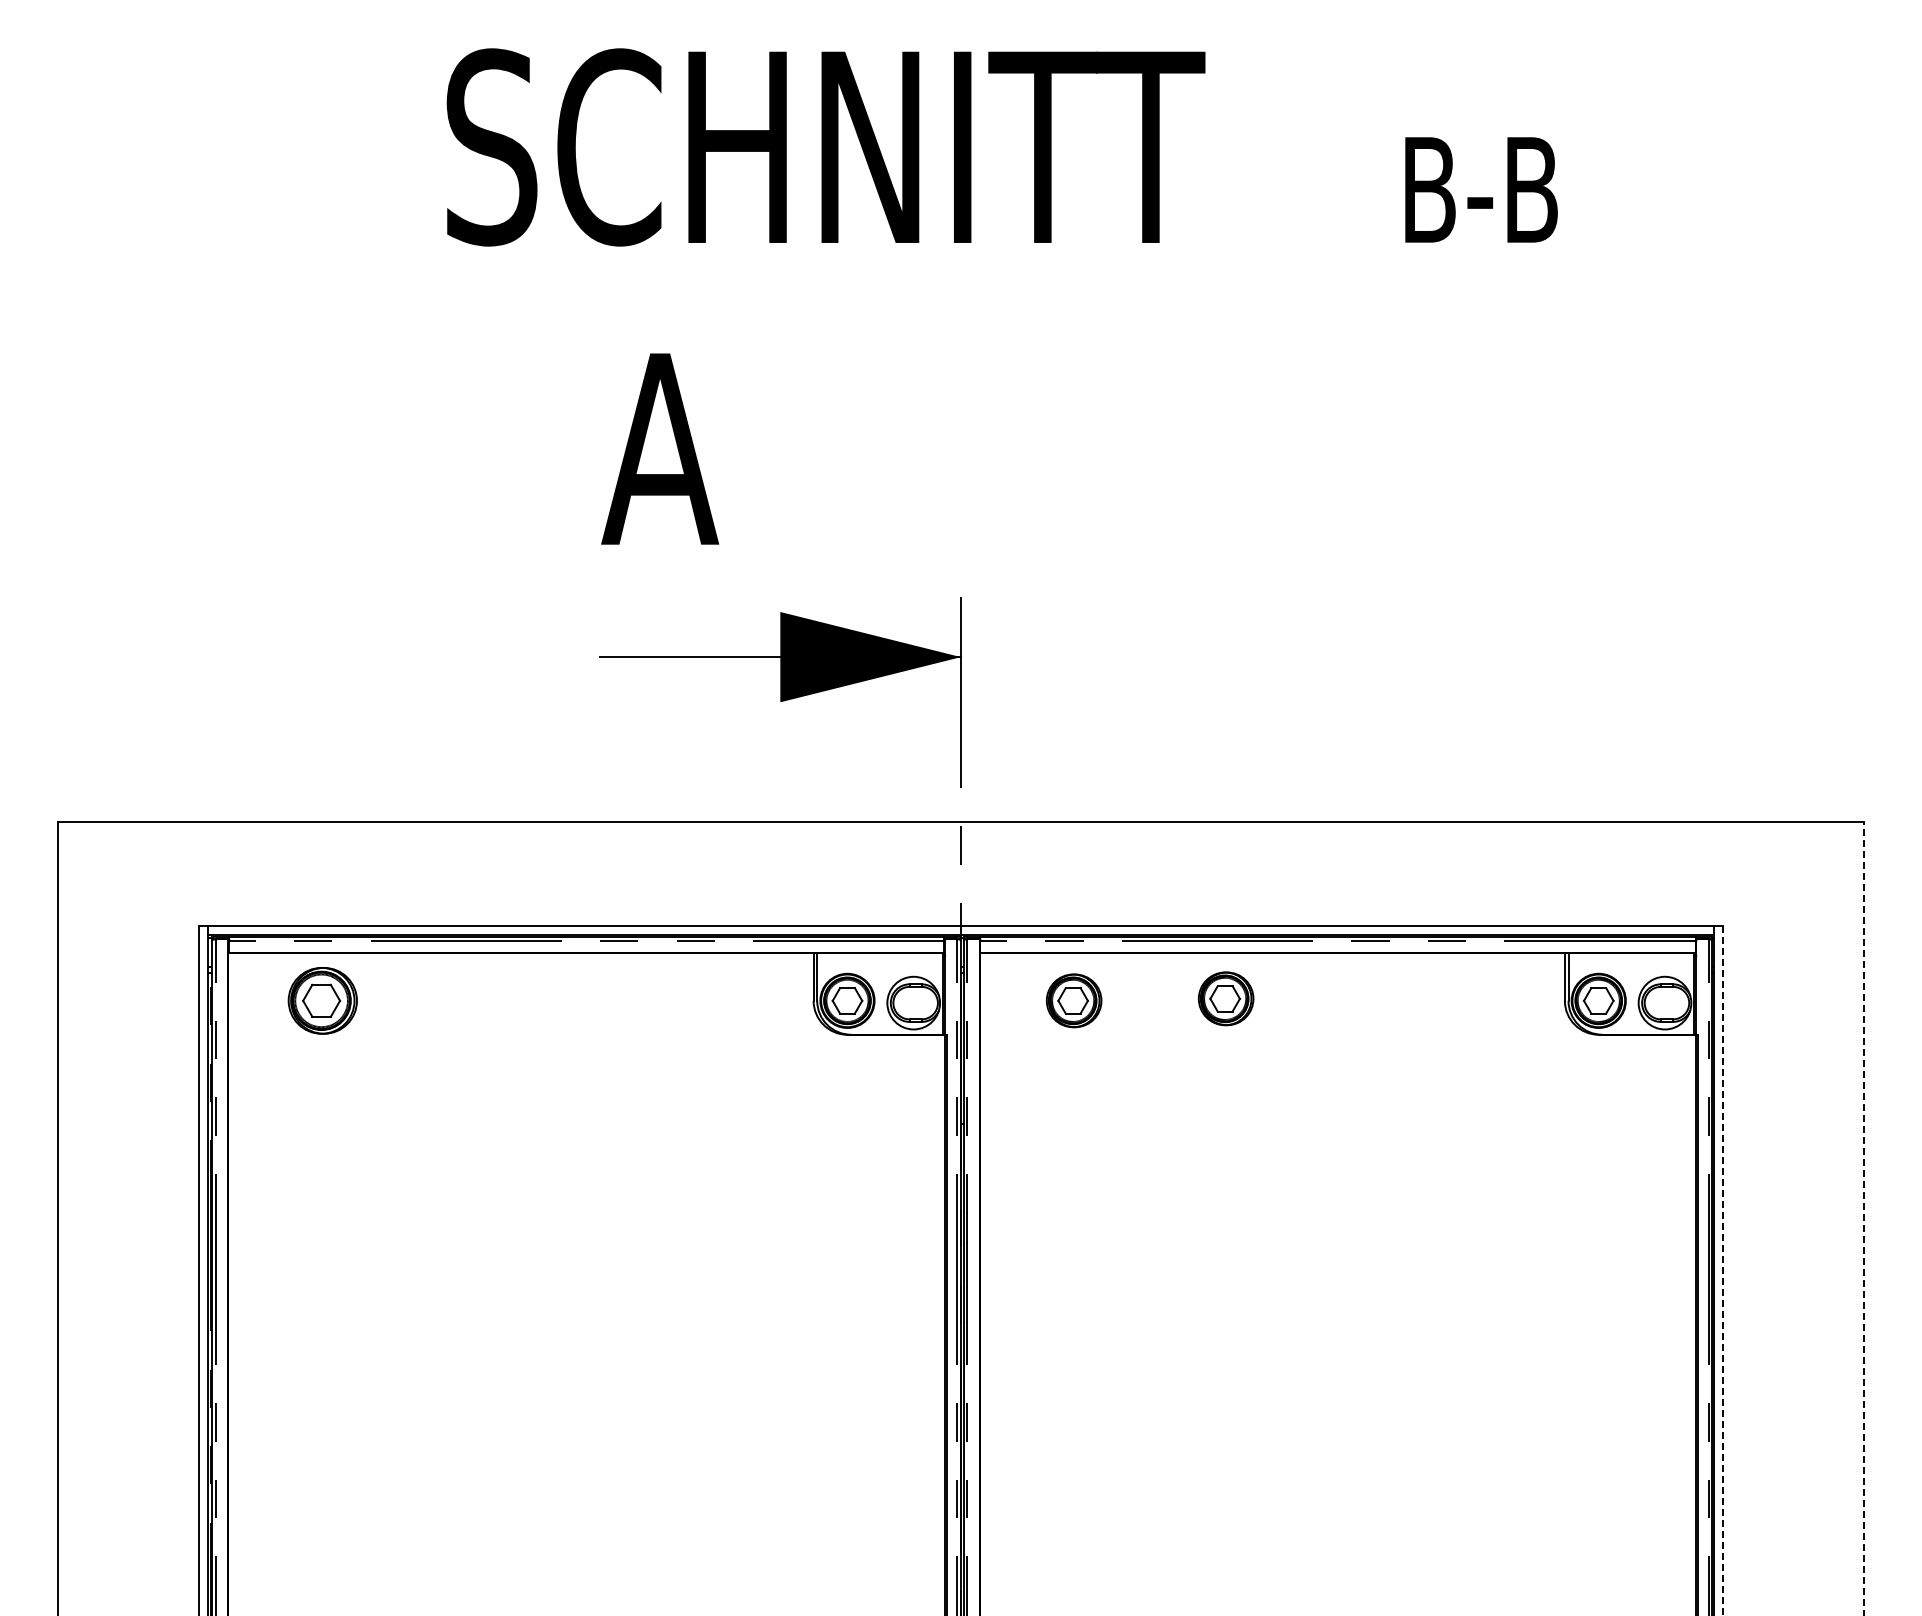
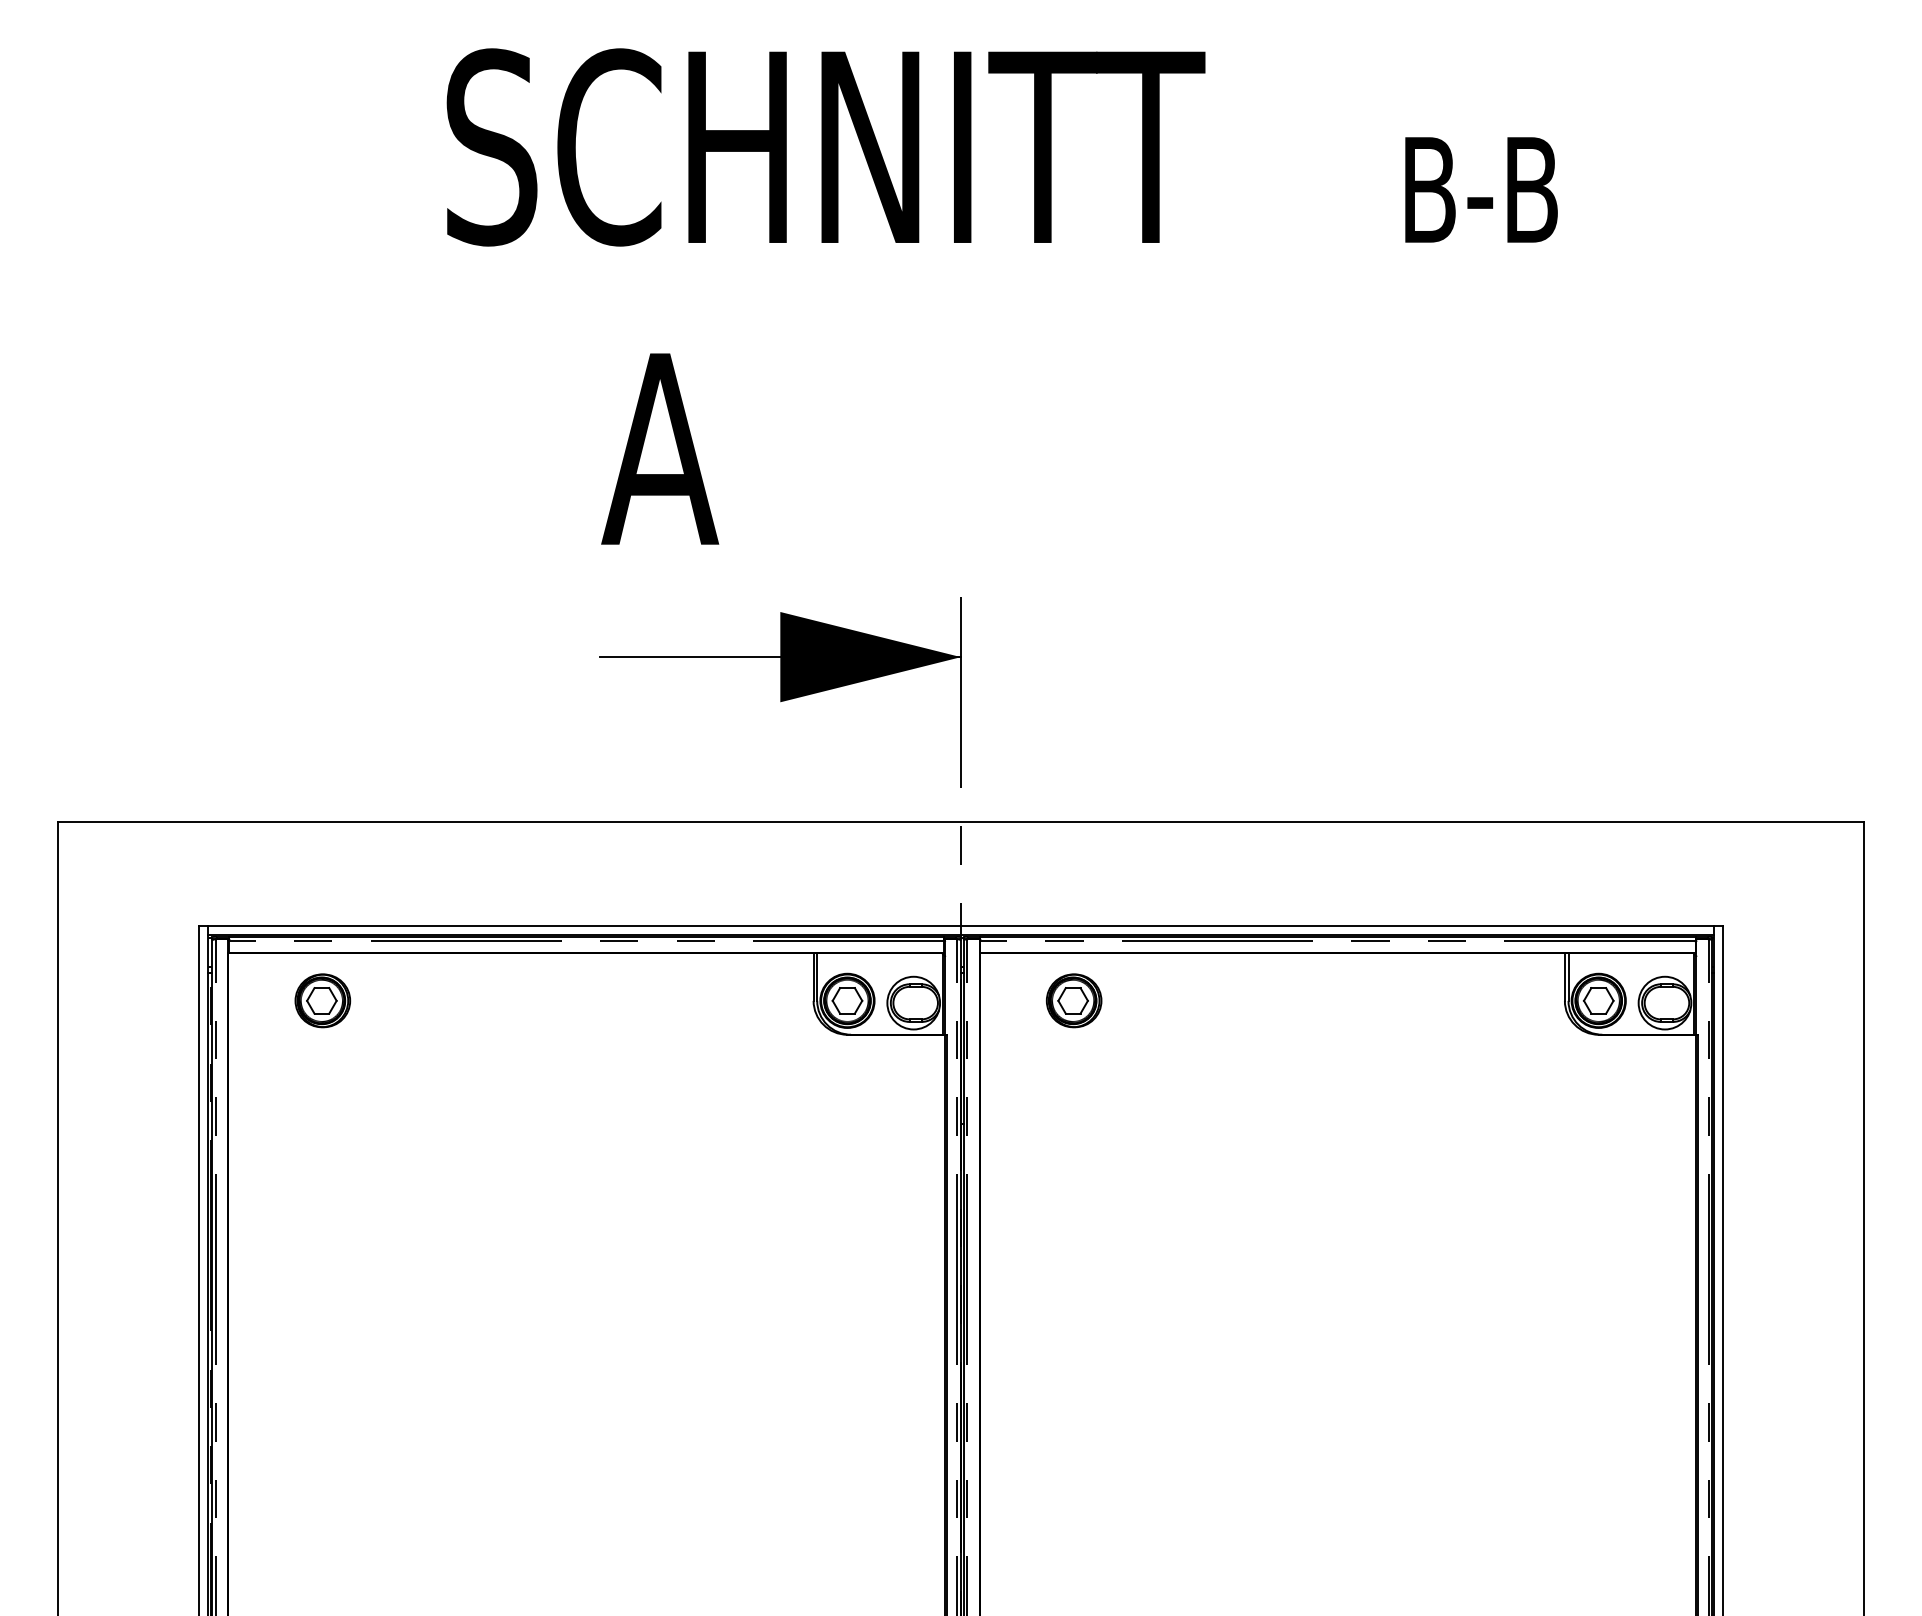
part at (1225, 998): present -> none
part at (322, 1000) size: 71x68 px -> 58x56 px
line at (1864, 1218): dashed -> solid
line at (1722, 1271): dashed -> solid
